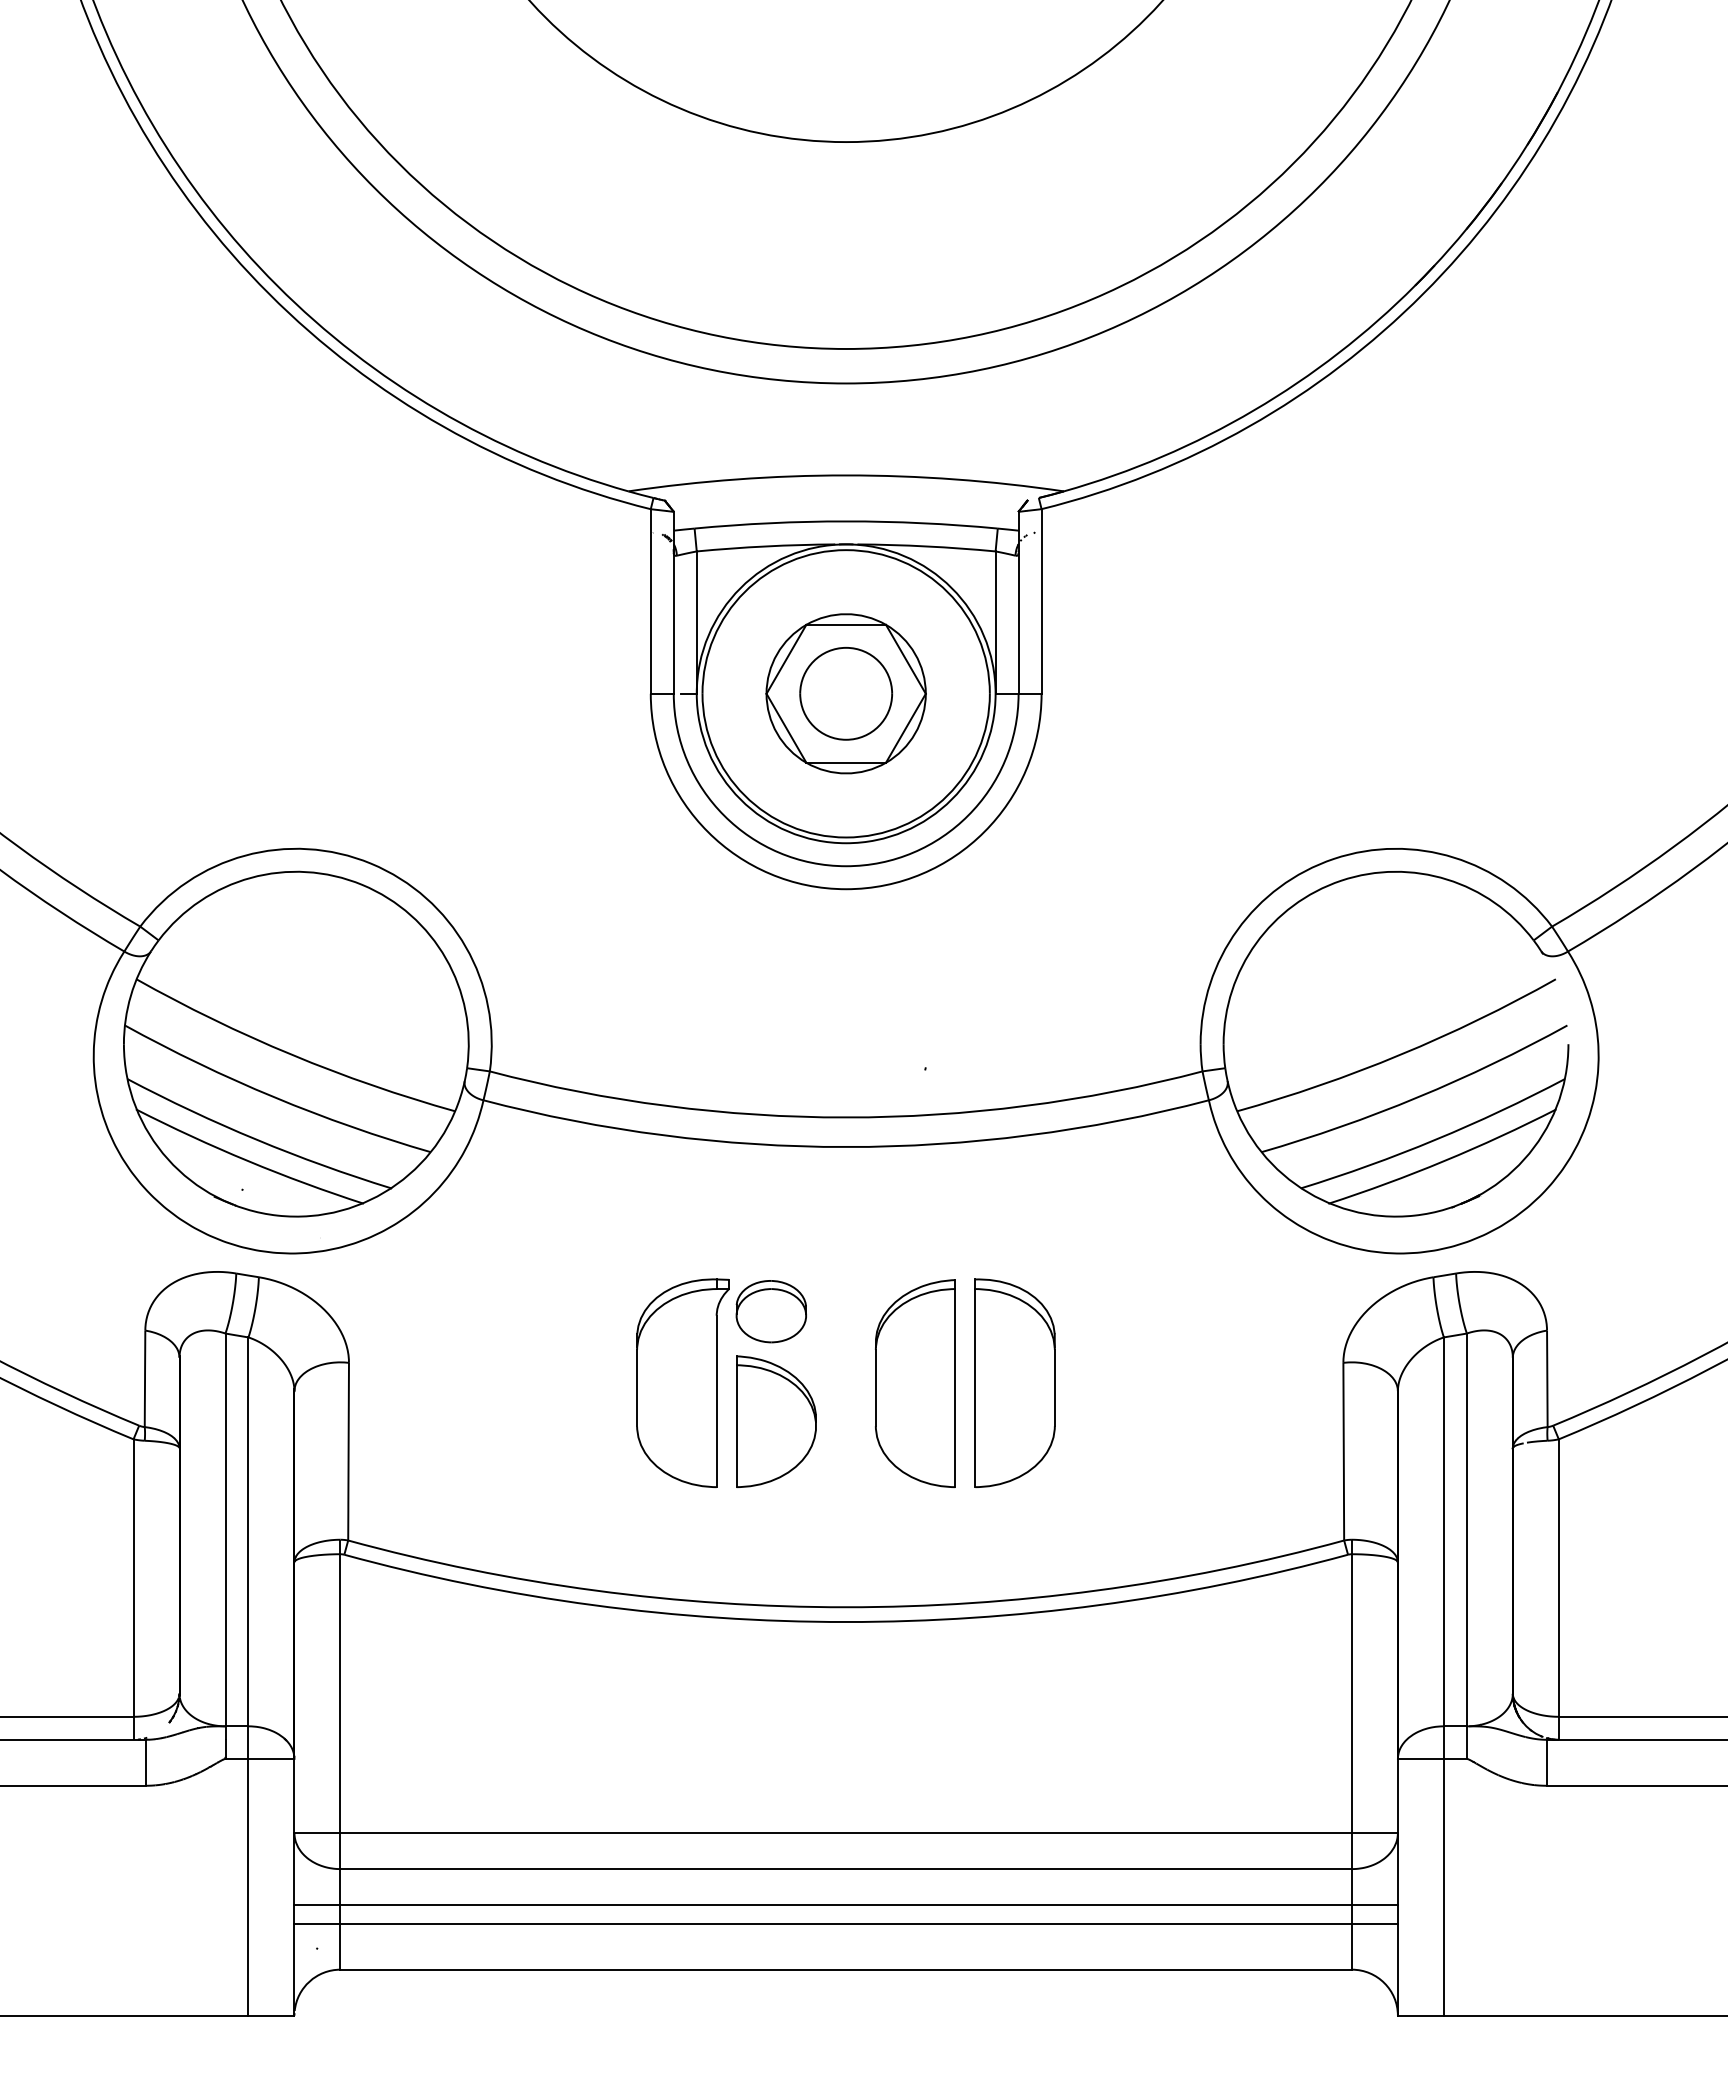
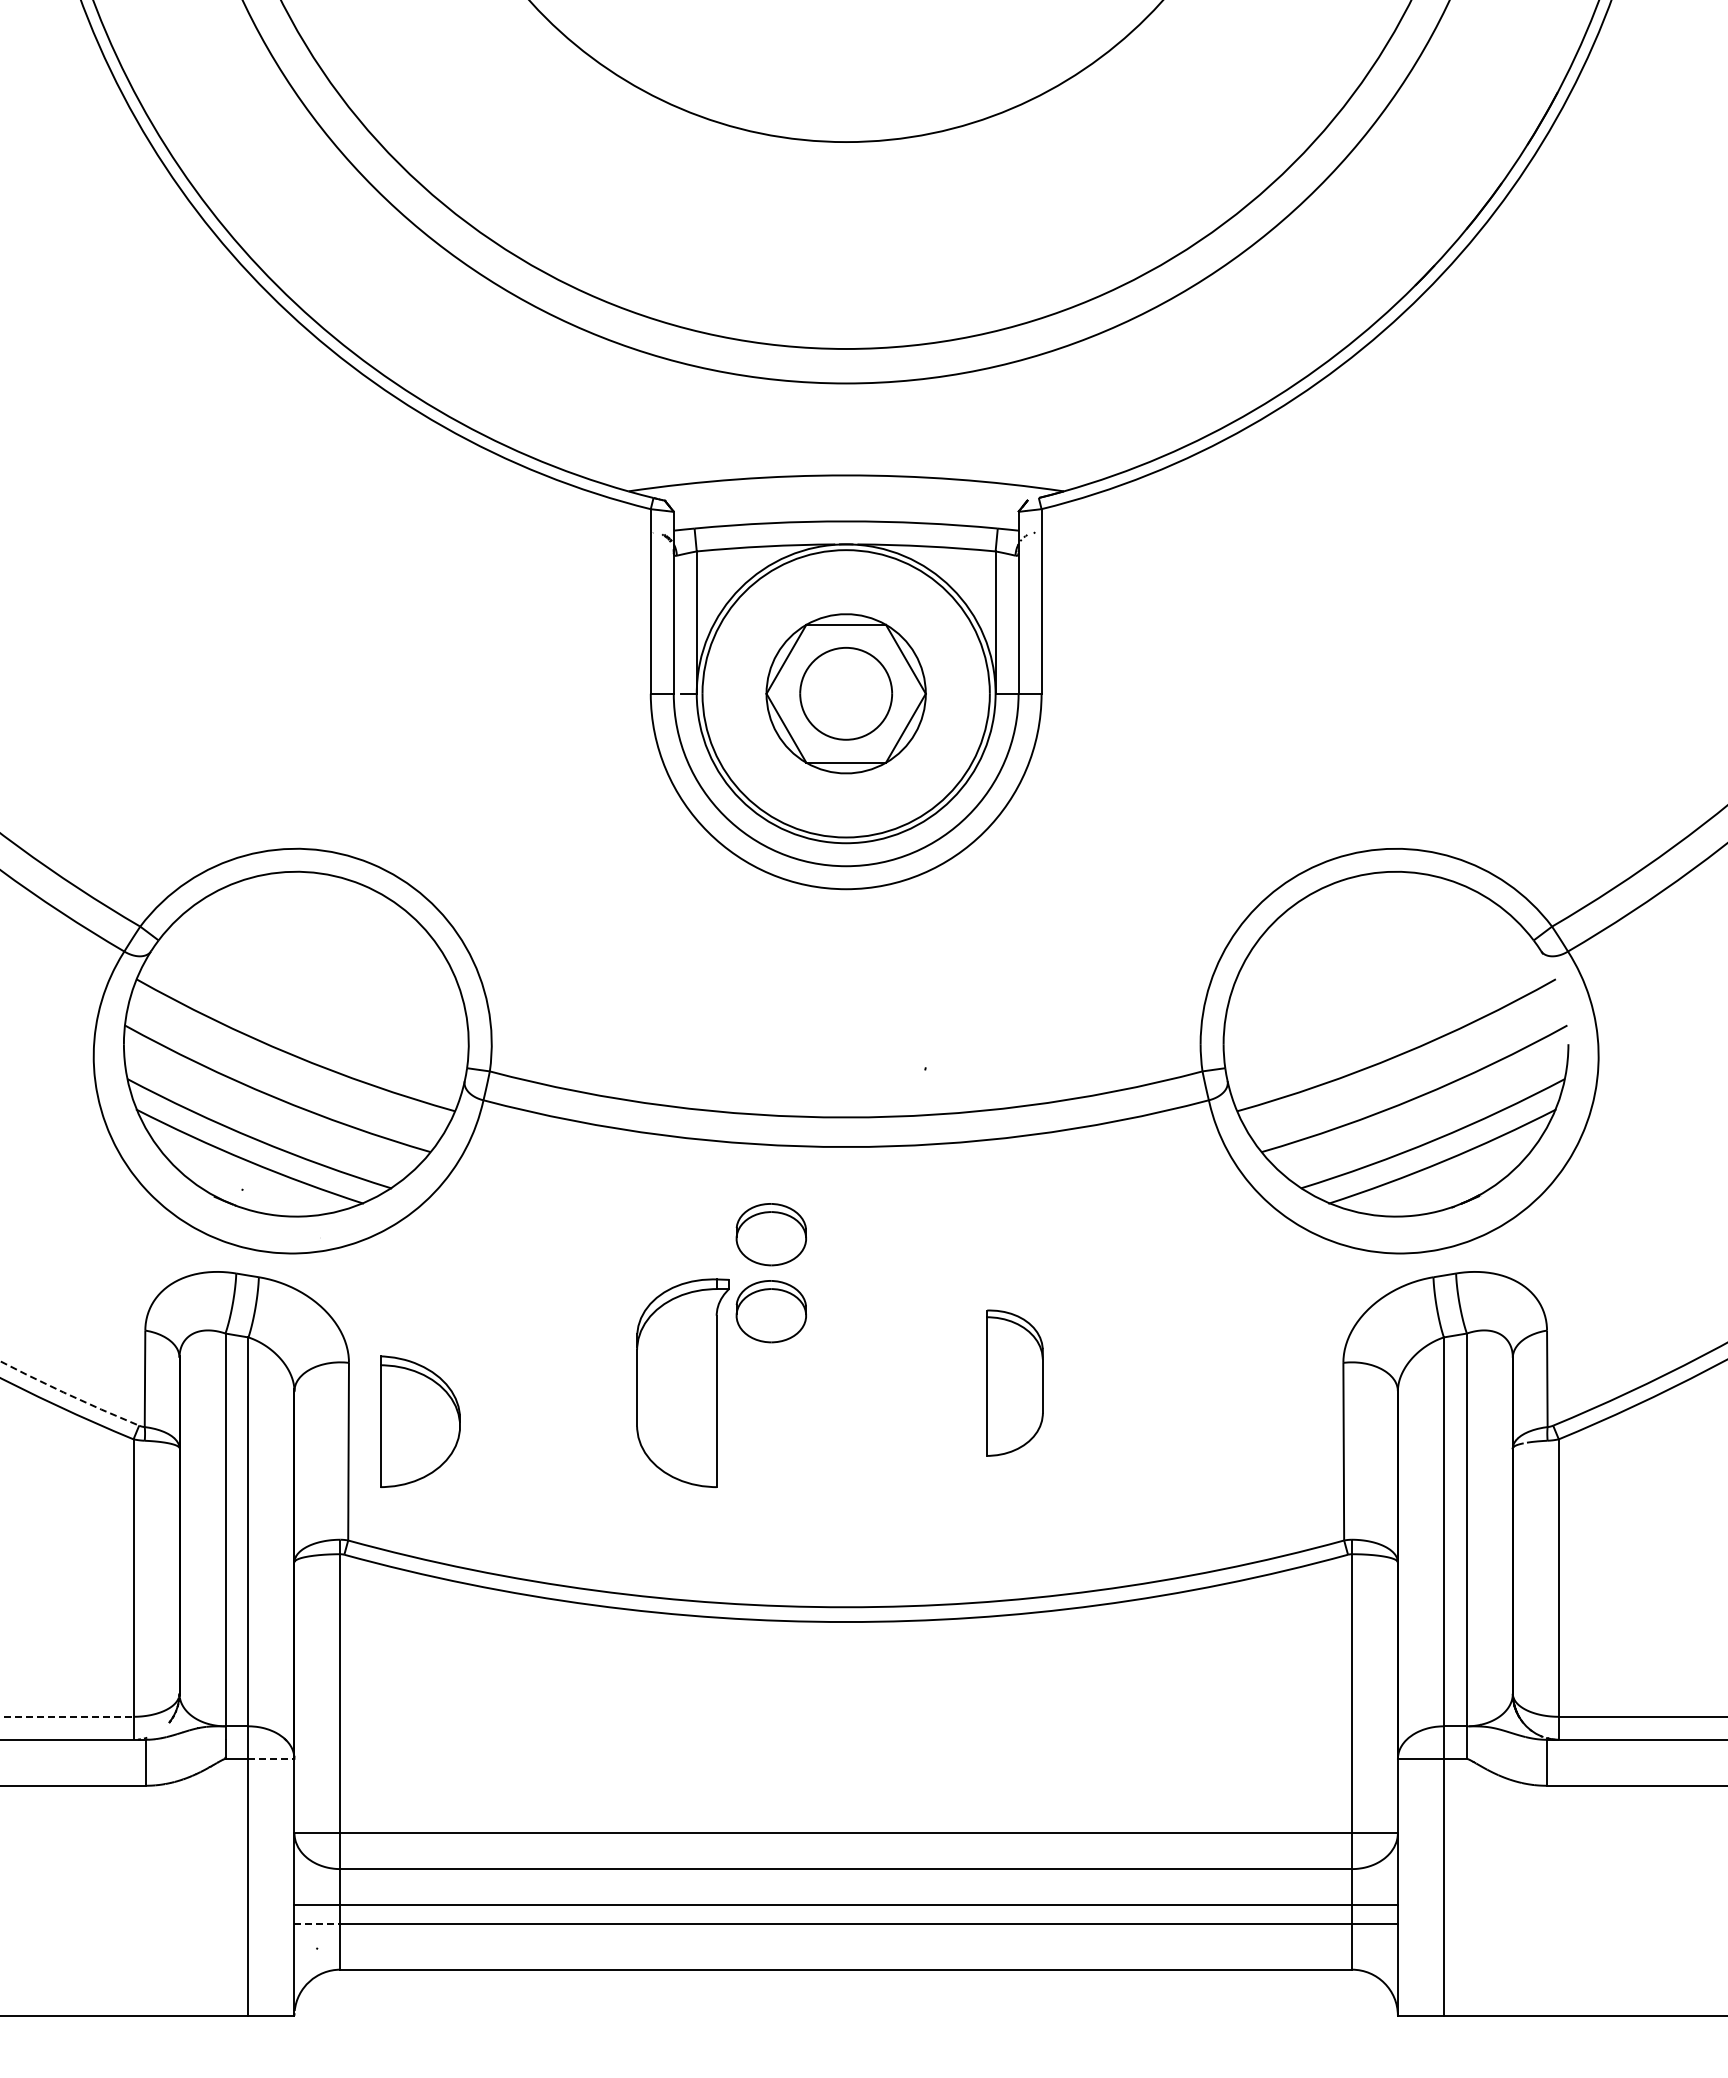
part at (770, 1234): none -> present
part at (1014, 1382) size: 82x210 px -> 58x148 px
part at (915, 1383): present -> none
arc at (69, 1394): solid -> dashed
part at (776, 1421) position: (776, 1421) -> (420, 1421)
line at (66, 1716): solid -> dashed
line at (271, 1758): solid -> dashed
line at (317, 1923): solid -> dashed
